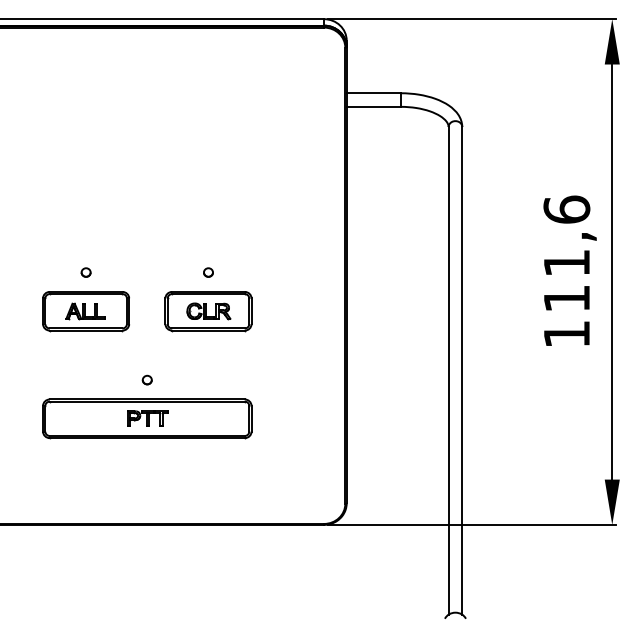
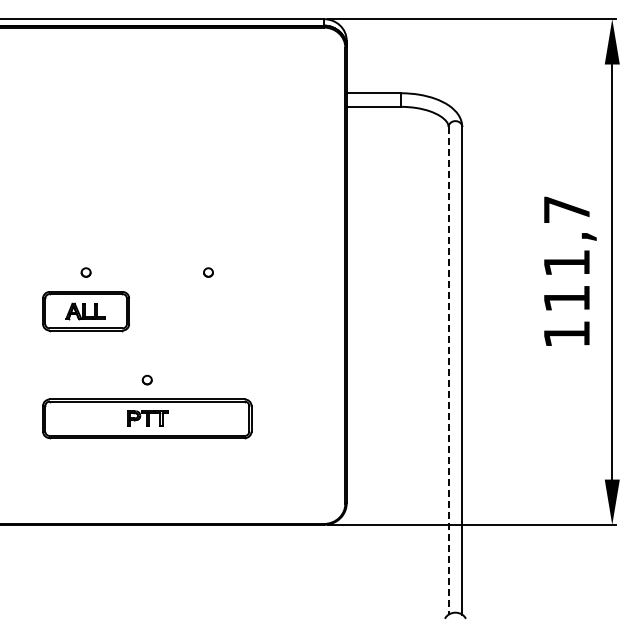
text at (566, 209): 111,6 -> 111,7
part at (208, 311): present -> none
line at (448, 370): solid -> dashed
